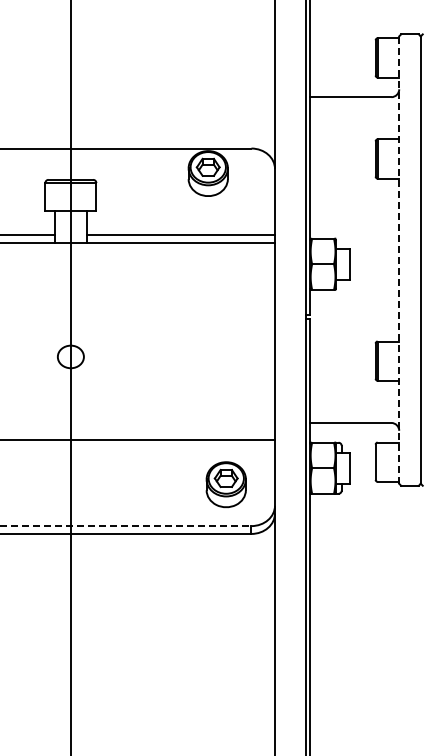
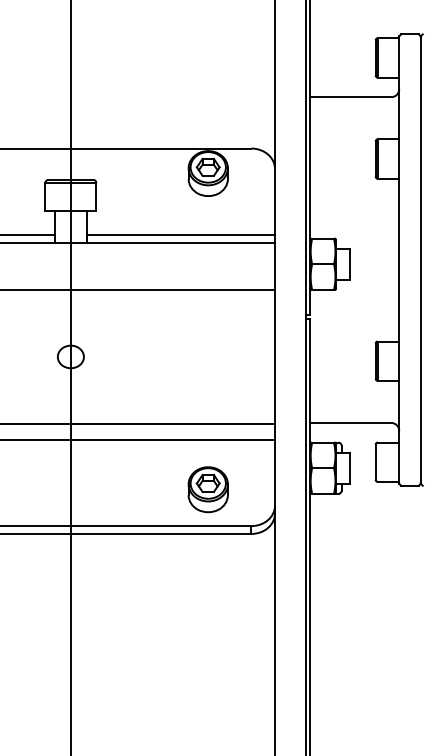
line at (399, 260): dashed -> solid
line at (138, 289): none -> present
line at (138, 424): none -> present
part at (225, 484) position: (225, 484) -> (207, 489)
line at (125, 526): dashed -> solid
